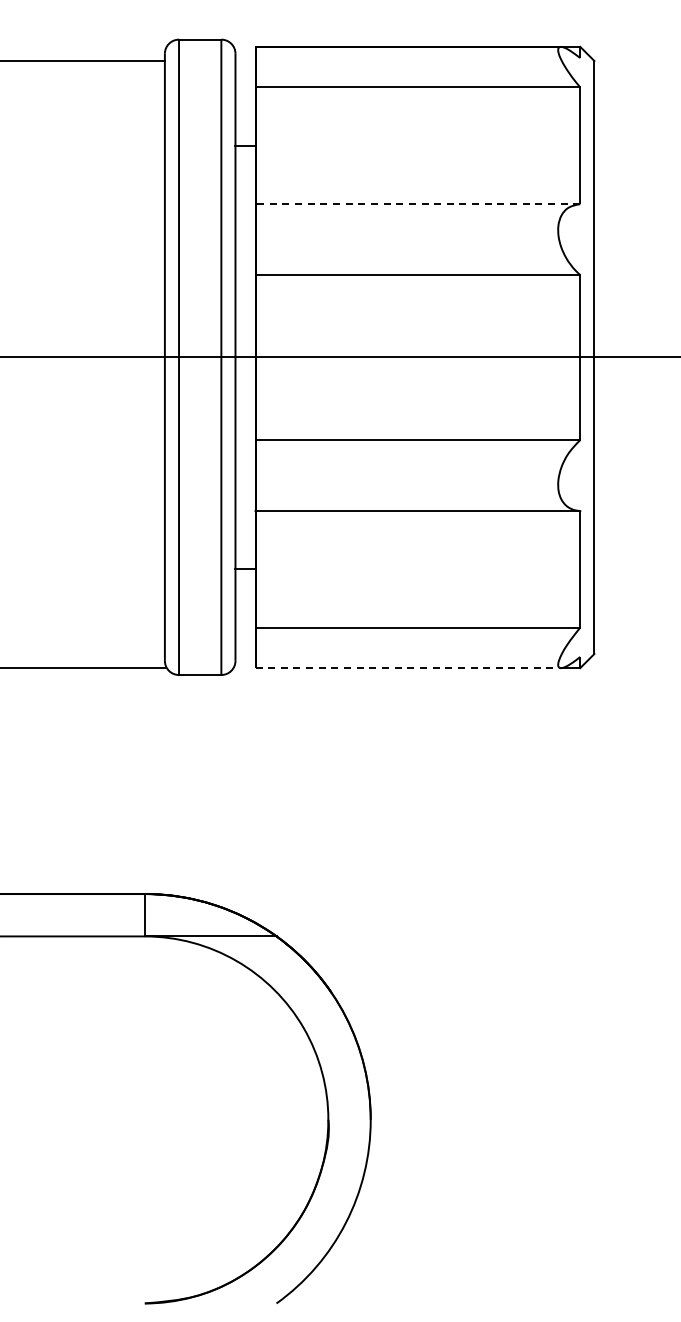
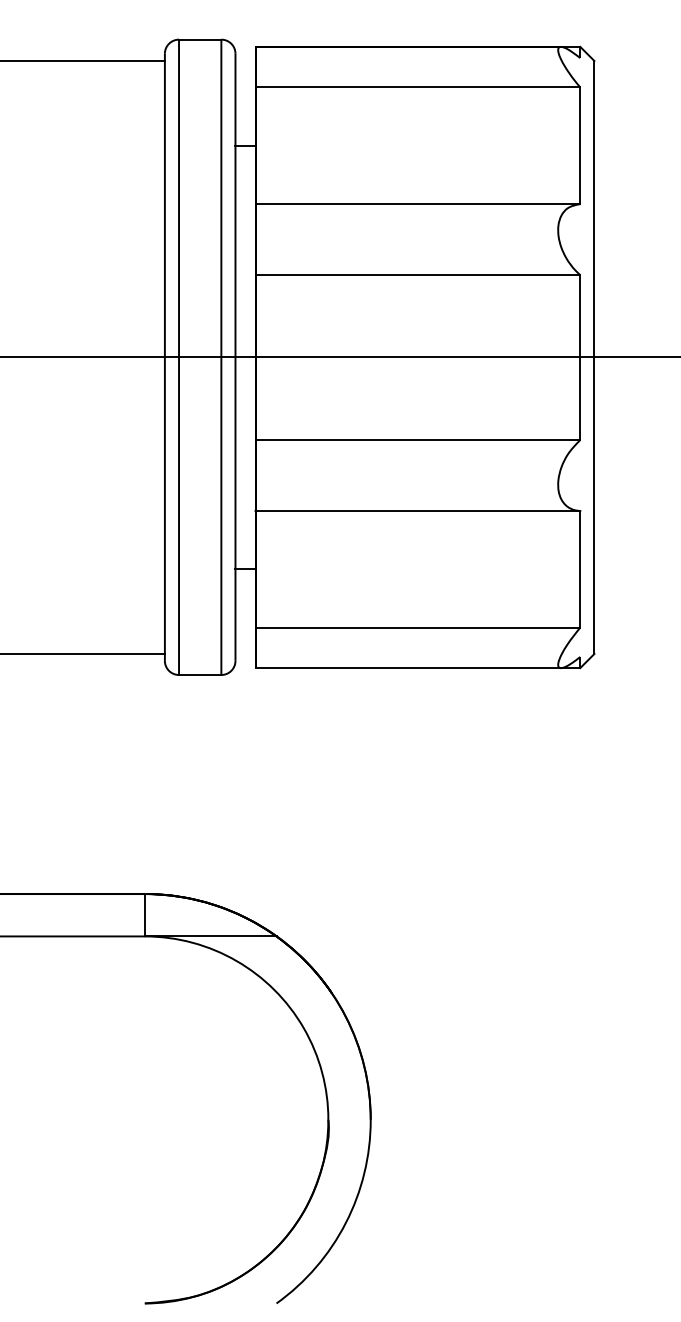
line at (417, 204): dashed -> solid
line at (83, 667) position: (83, 667) -> (83, 653)
line at (408, 668): dashed -> solid
